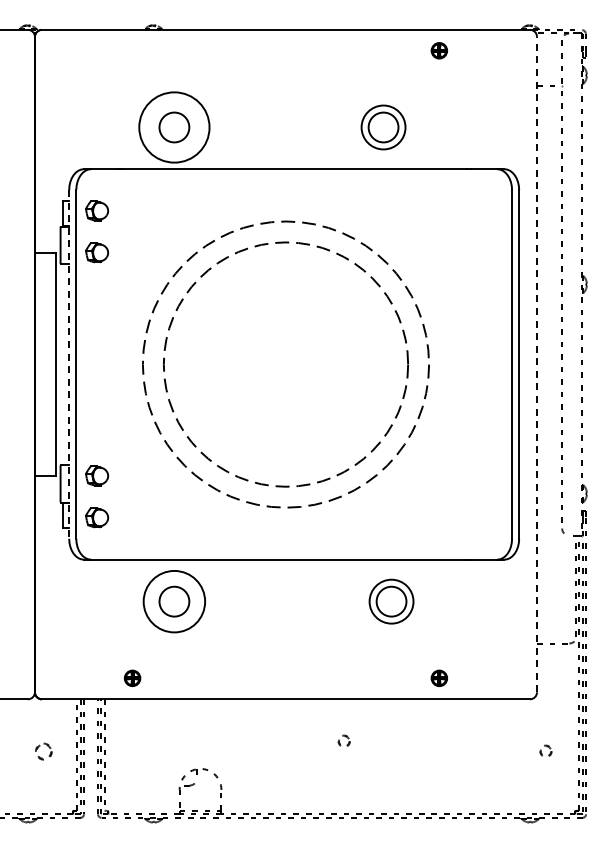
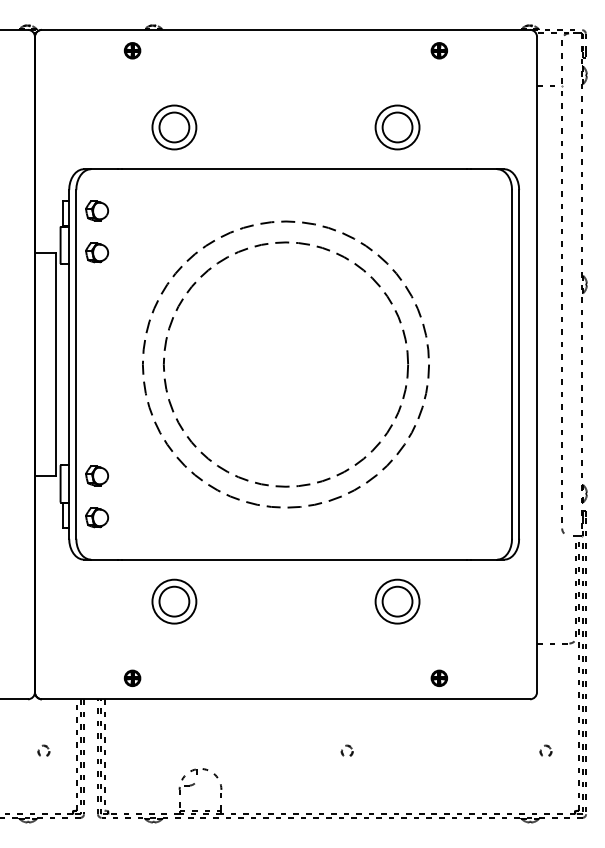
part at (132, 50): none -> present
circle at (174, 127) diameter: 70 px -> 44 px
part at (383, 127) position: (383, 127) -> (397, 127)
line at (69, 364): dashed -> solid
line at (537, 364): dashed -> solid
circle at (174, 601) diameter: 61 px -> 44 px
part at (391, 601) position: (391, 601) -> (397, 601)
part at (343, 740) position: (343, 740) -> (346, 750)
part at (43, 751) size: 18x19 px -> 14x13 px
